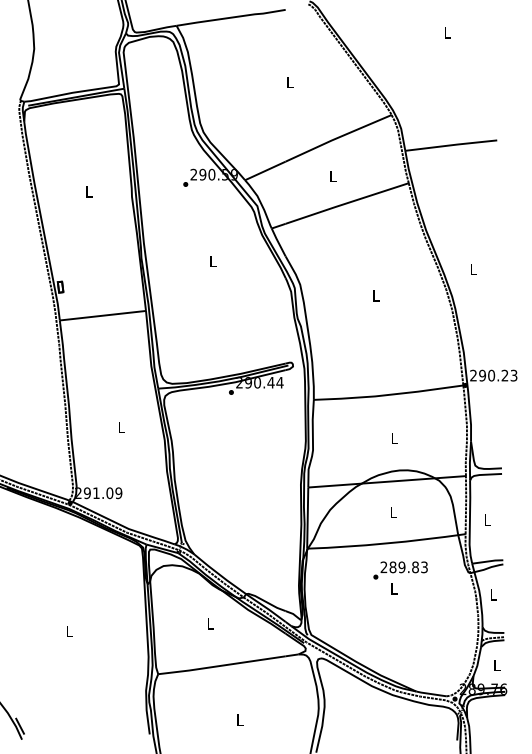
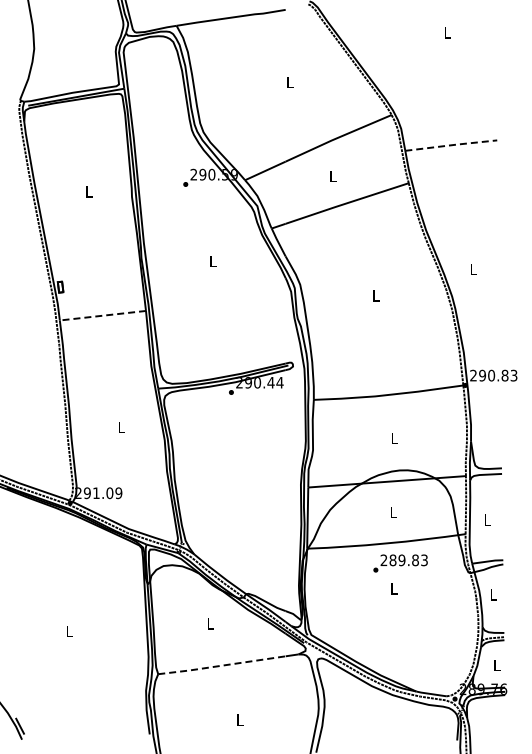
line at (451, 145): solid -> dashed
line at (102, 315): solid -> dashed
text at (504, 375): 290.23 -> 290.83
text at (400, 570) position: (400, 570) -> (400, 563)
line at (221, 665): solid -> dashed
